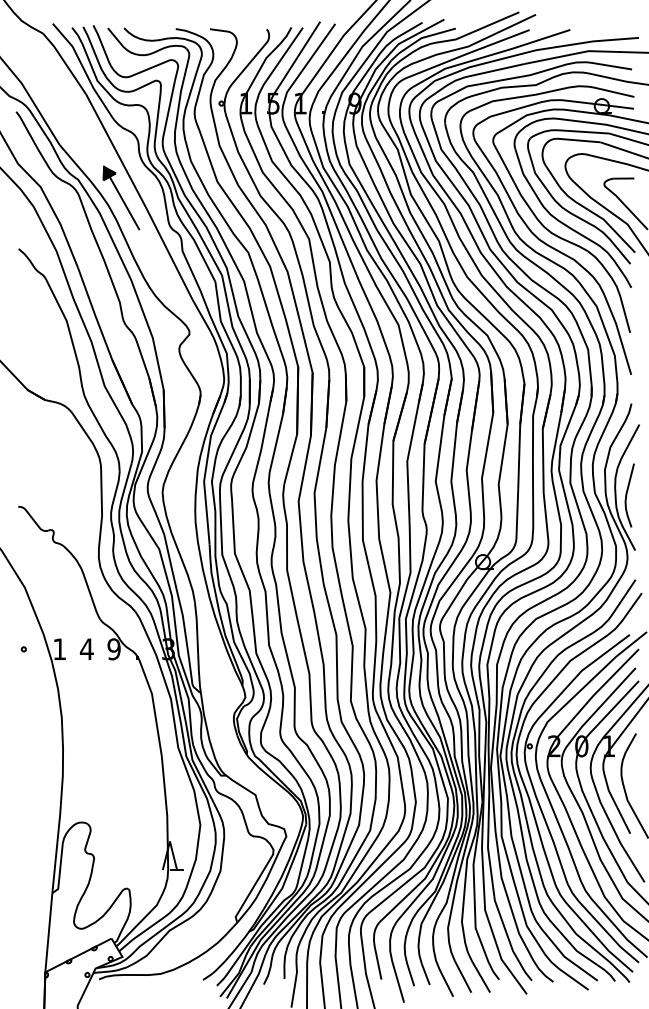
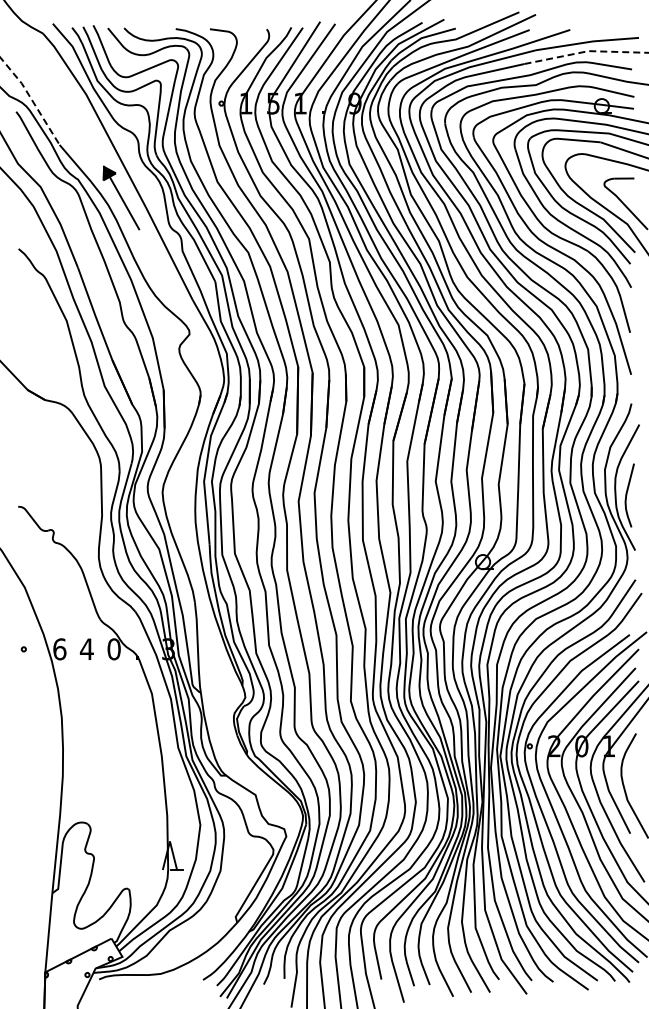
line at (586, 51): solid -> dashed
line at (31, 99): solid -> dashed
text at (59, 649): 1 -> 6
text at (113, 649): 9 -> 0
